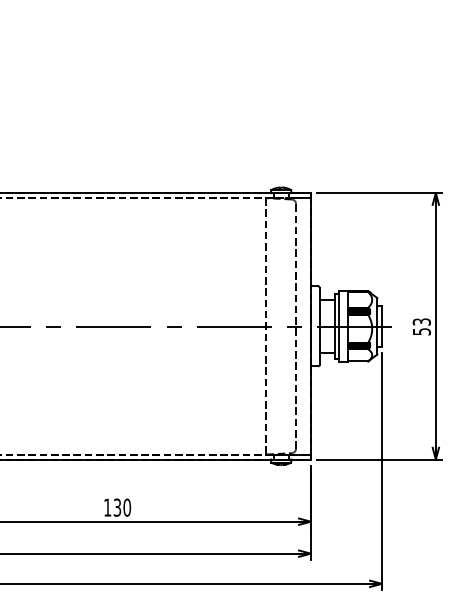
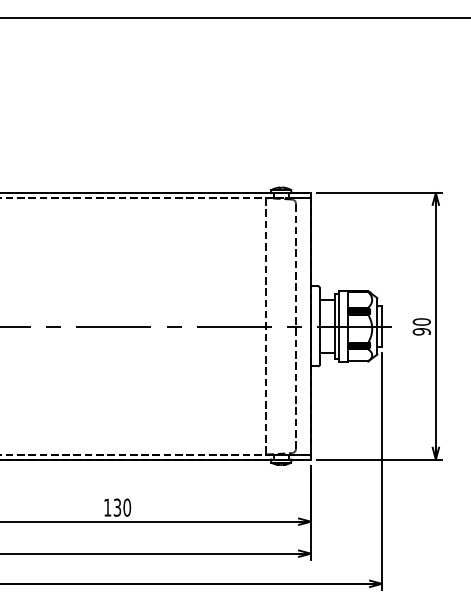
line at (234, 18): none -> present
text at (421, 326): 53 -> 90
